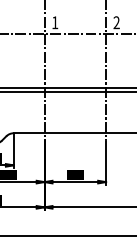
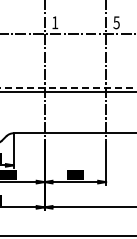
text at (116, 22): 2 -> 5
line at (68, 87): solid -> dashed
